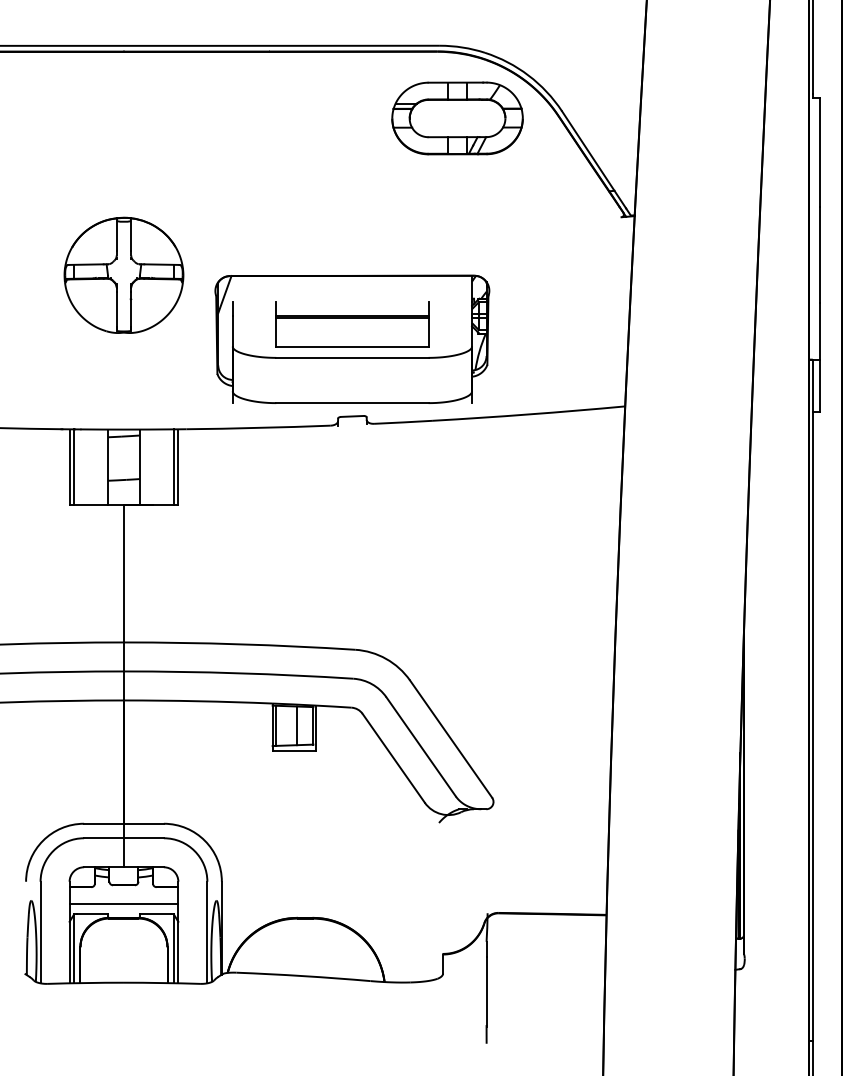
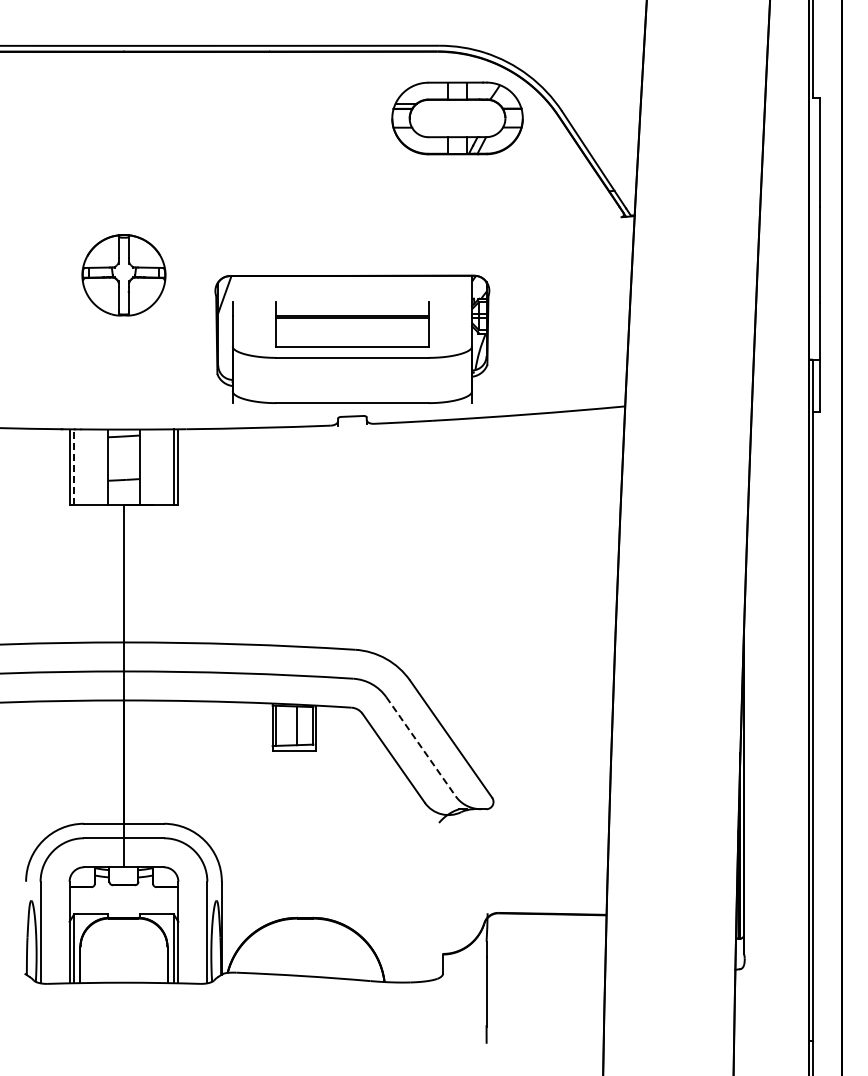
part at (123, 274) size: 122x118 px -> 86x83 px
line at (74, 467): solid -> dashed
line at (421, 747): solid -> dashed
line at (123, 903): present -> none
